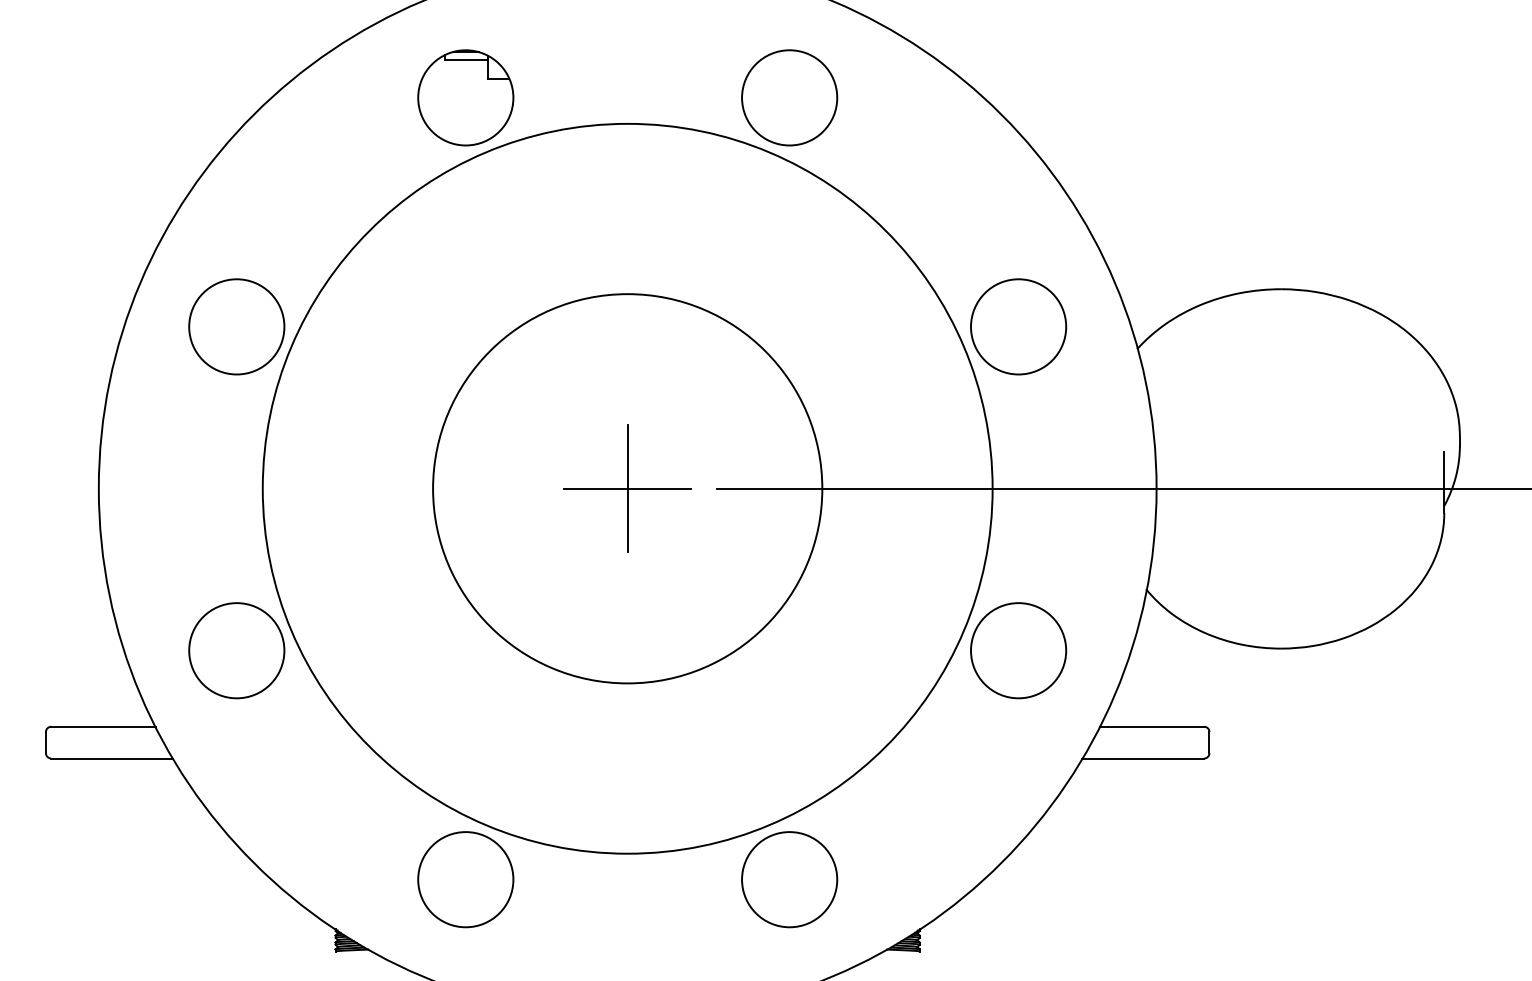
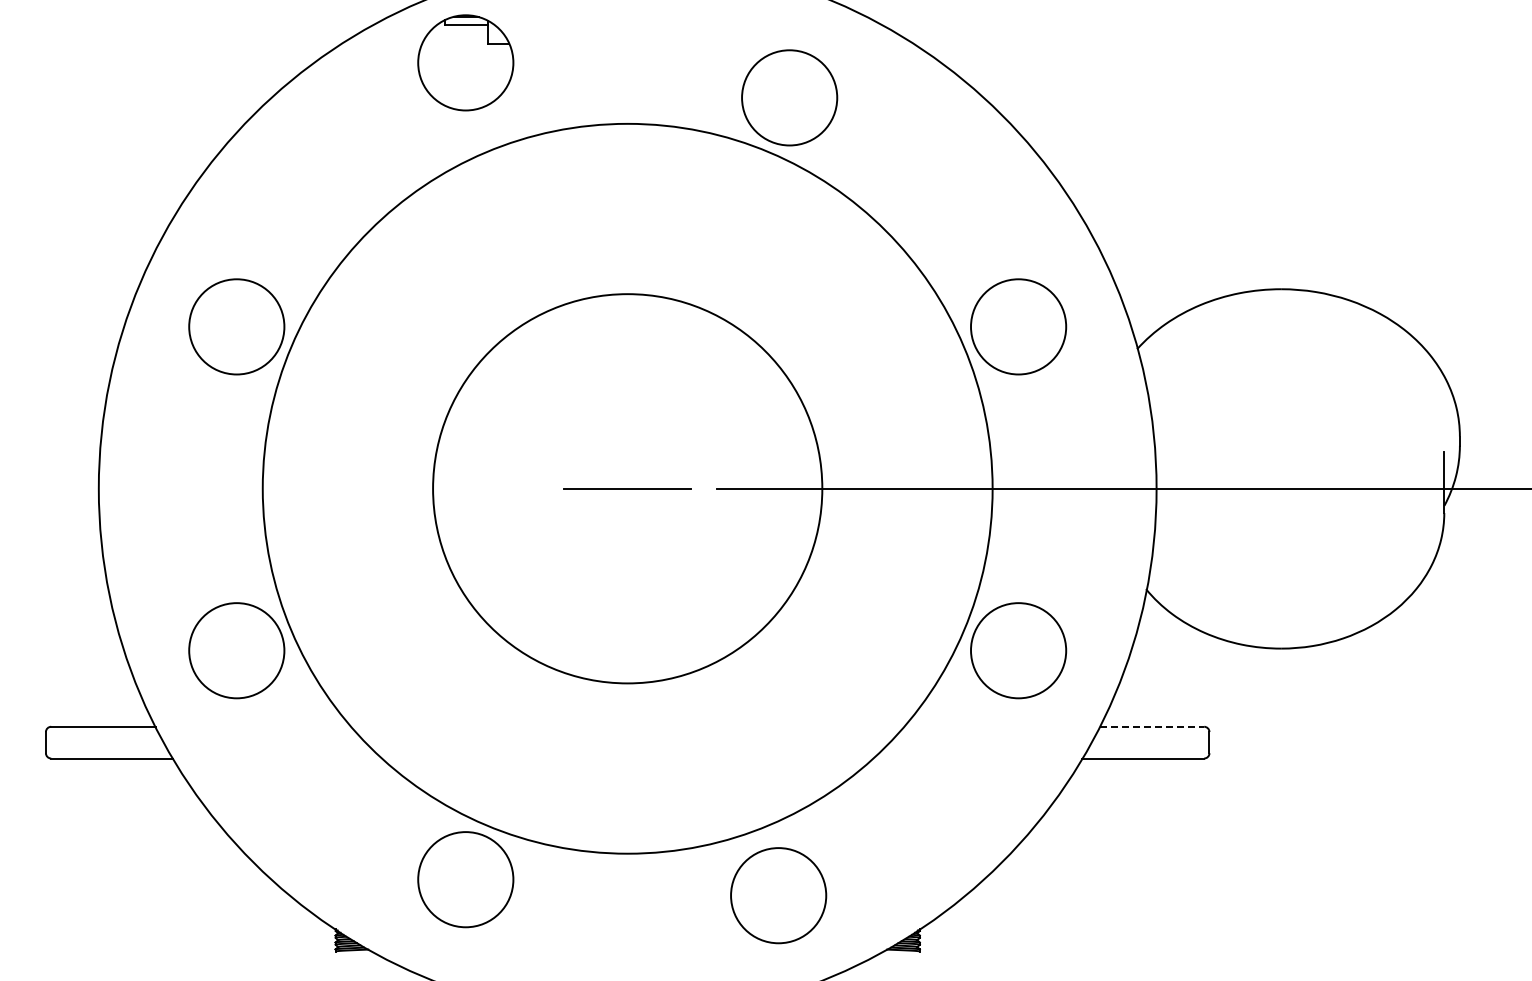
part at (465, 97) position: (465, 97) -> (465, 62)
line at (627, 488): present -> none
line at (1152, 726): solid -> dashed
circle at (789, 879) position: (789, 879) -> (778, 895)
